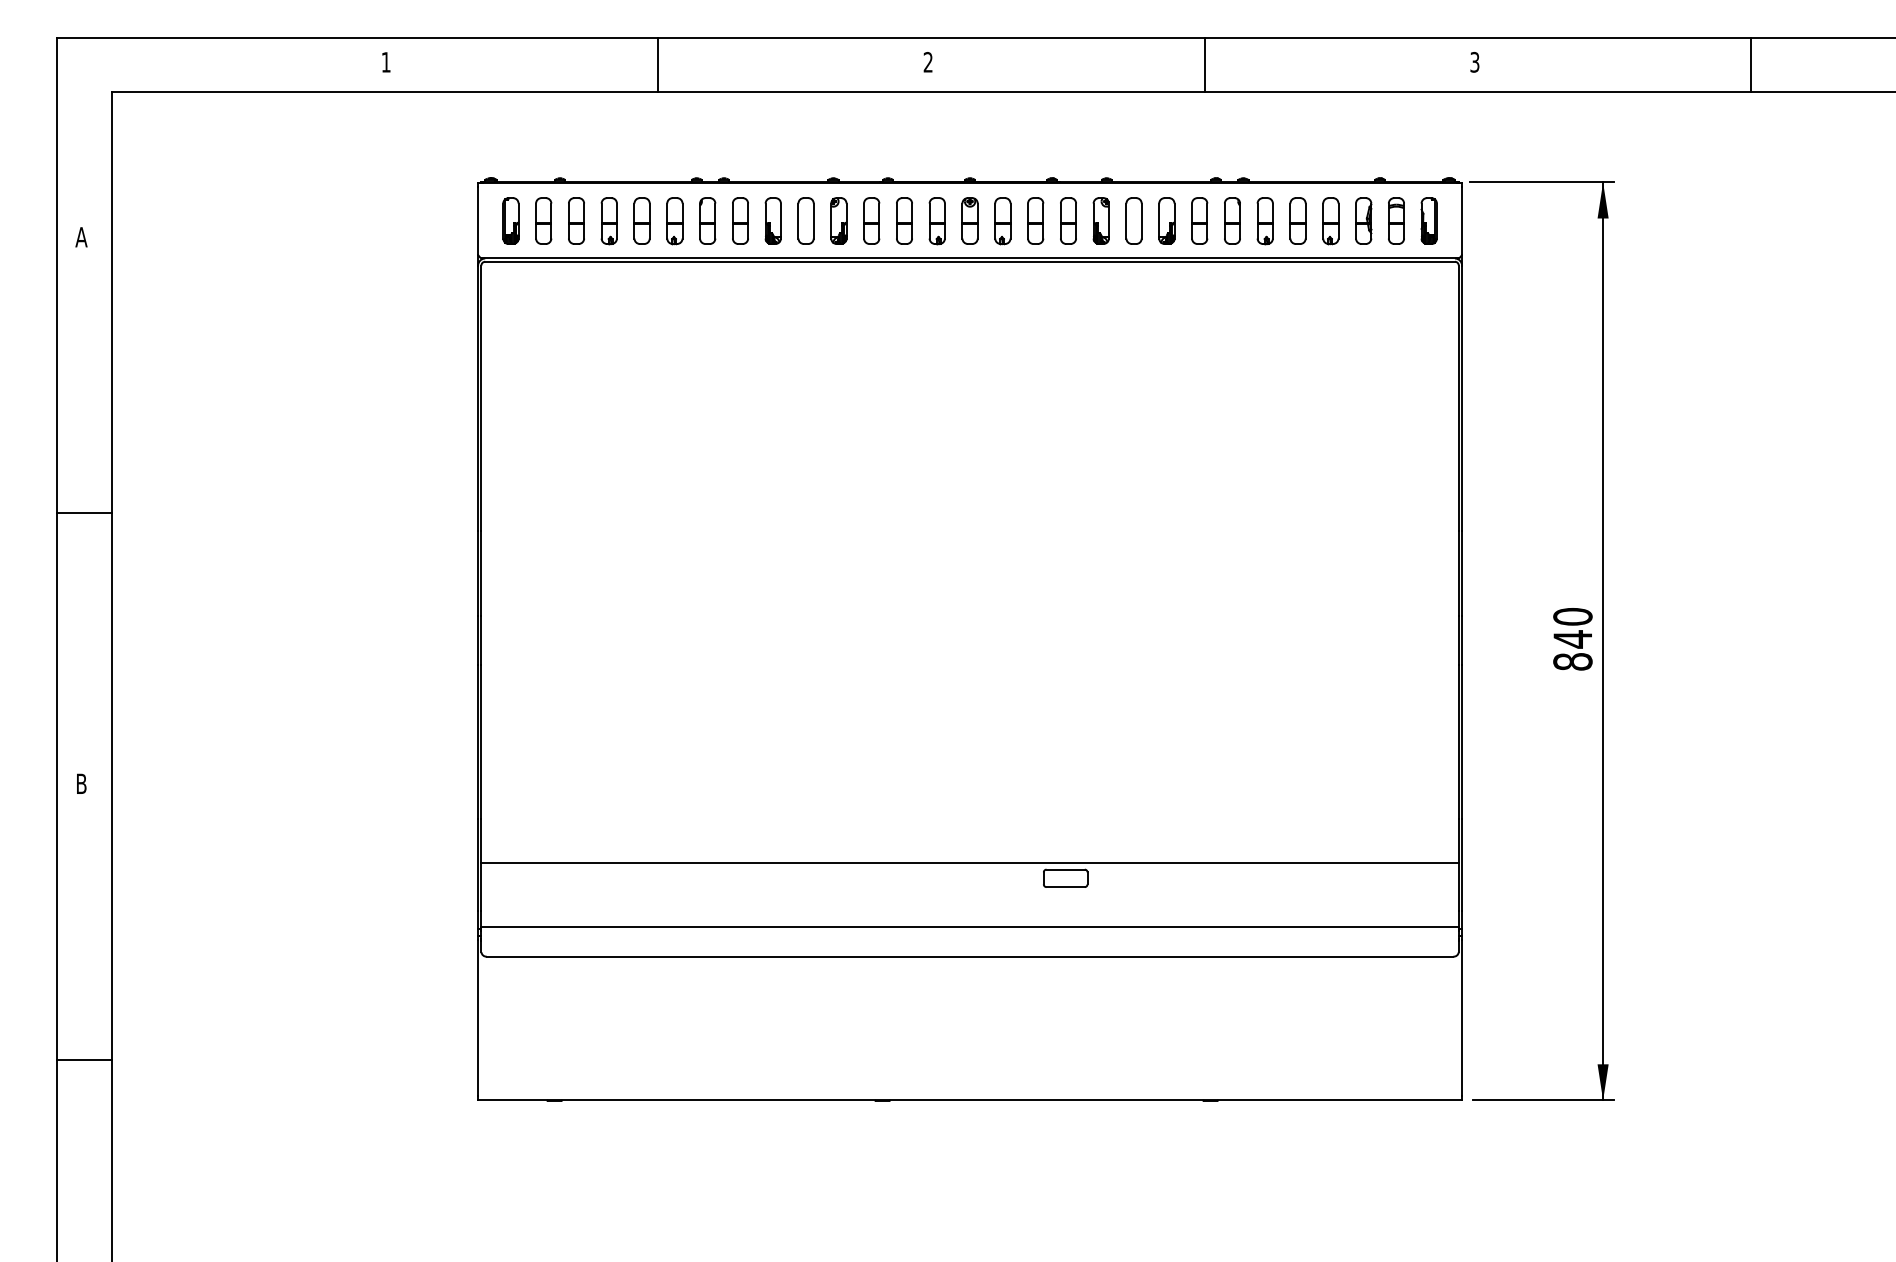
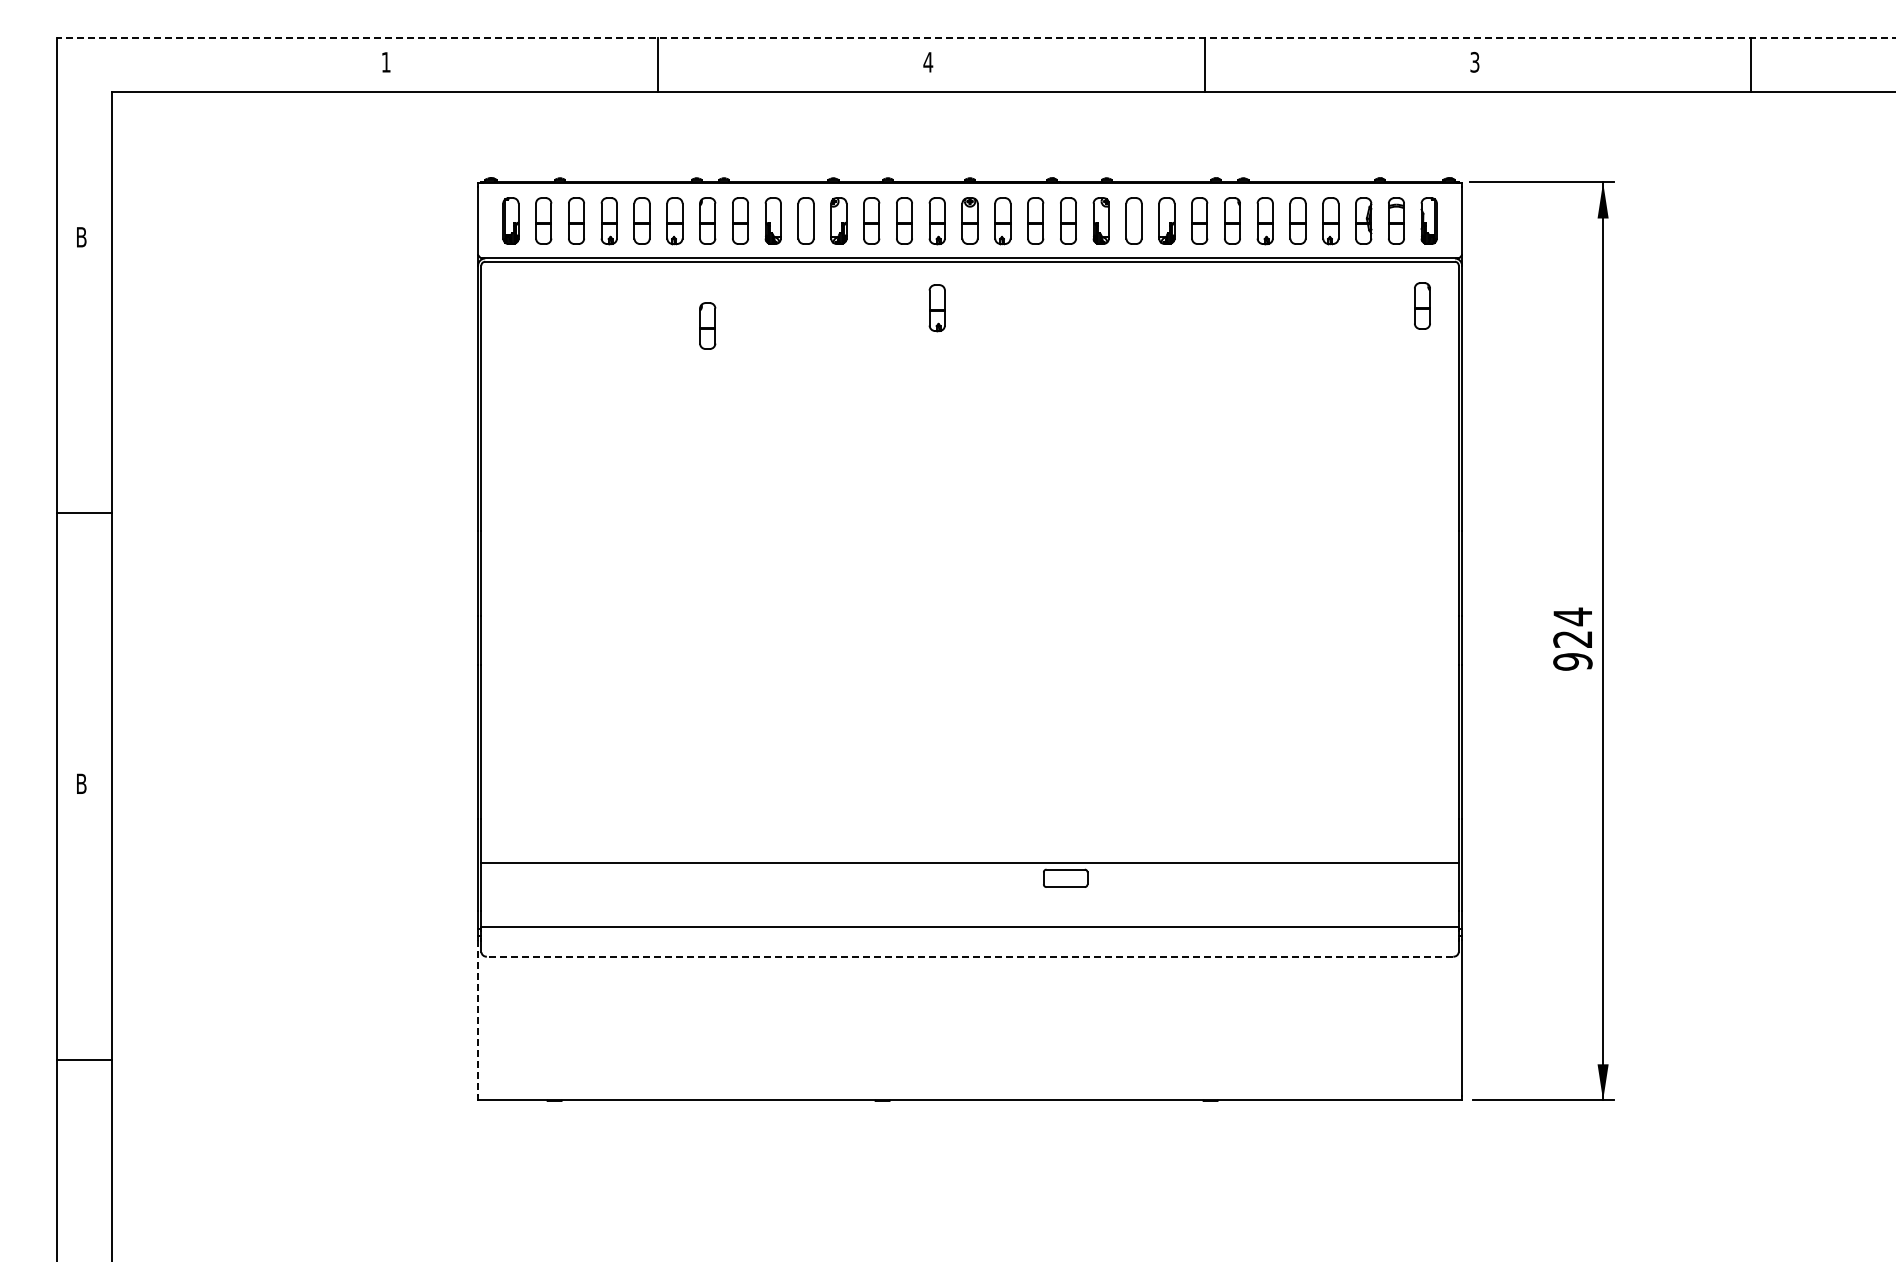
line at (975, 37): solid -> dashed
text at (928, 61): 2 -> 4
text at (81, 237): A -> B
part at (1422, 305): none -> present
part at (936, 308): none -> present
part at (707, 325): none -> present
text at (1572, 638): 840 -> 924
line at (969, 956): solid -> dashed
line at (478, 1018): solid -> dashed
